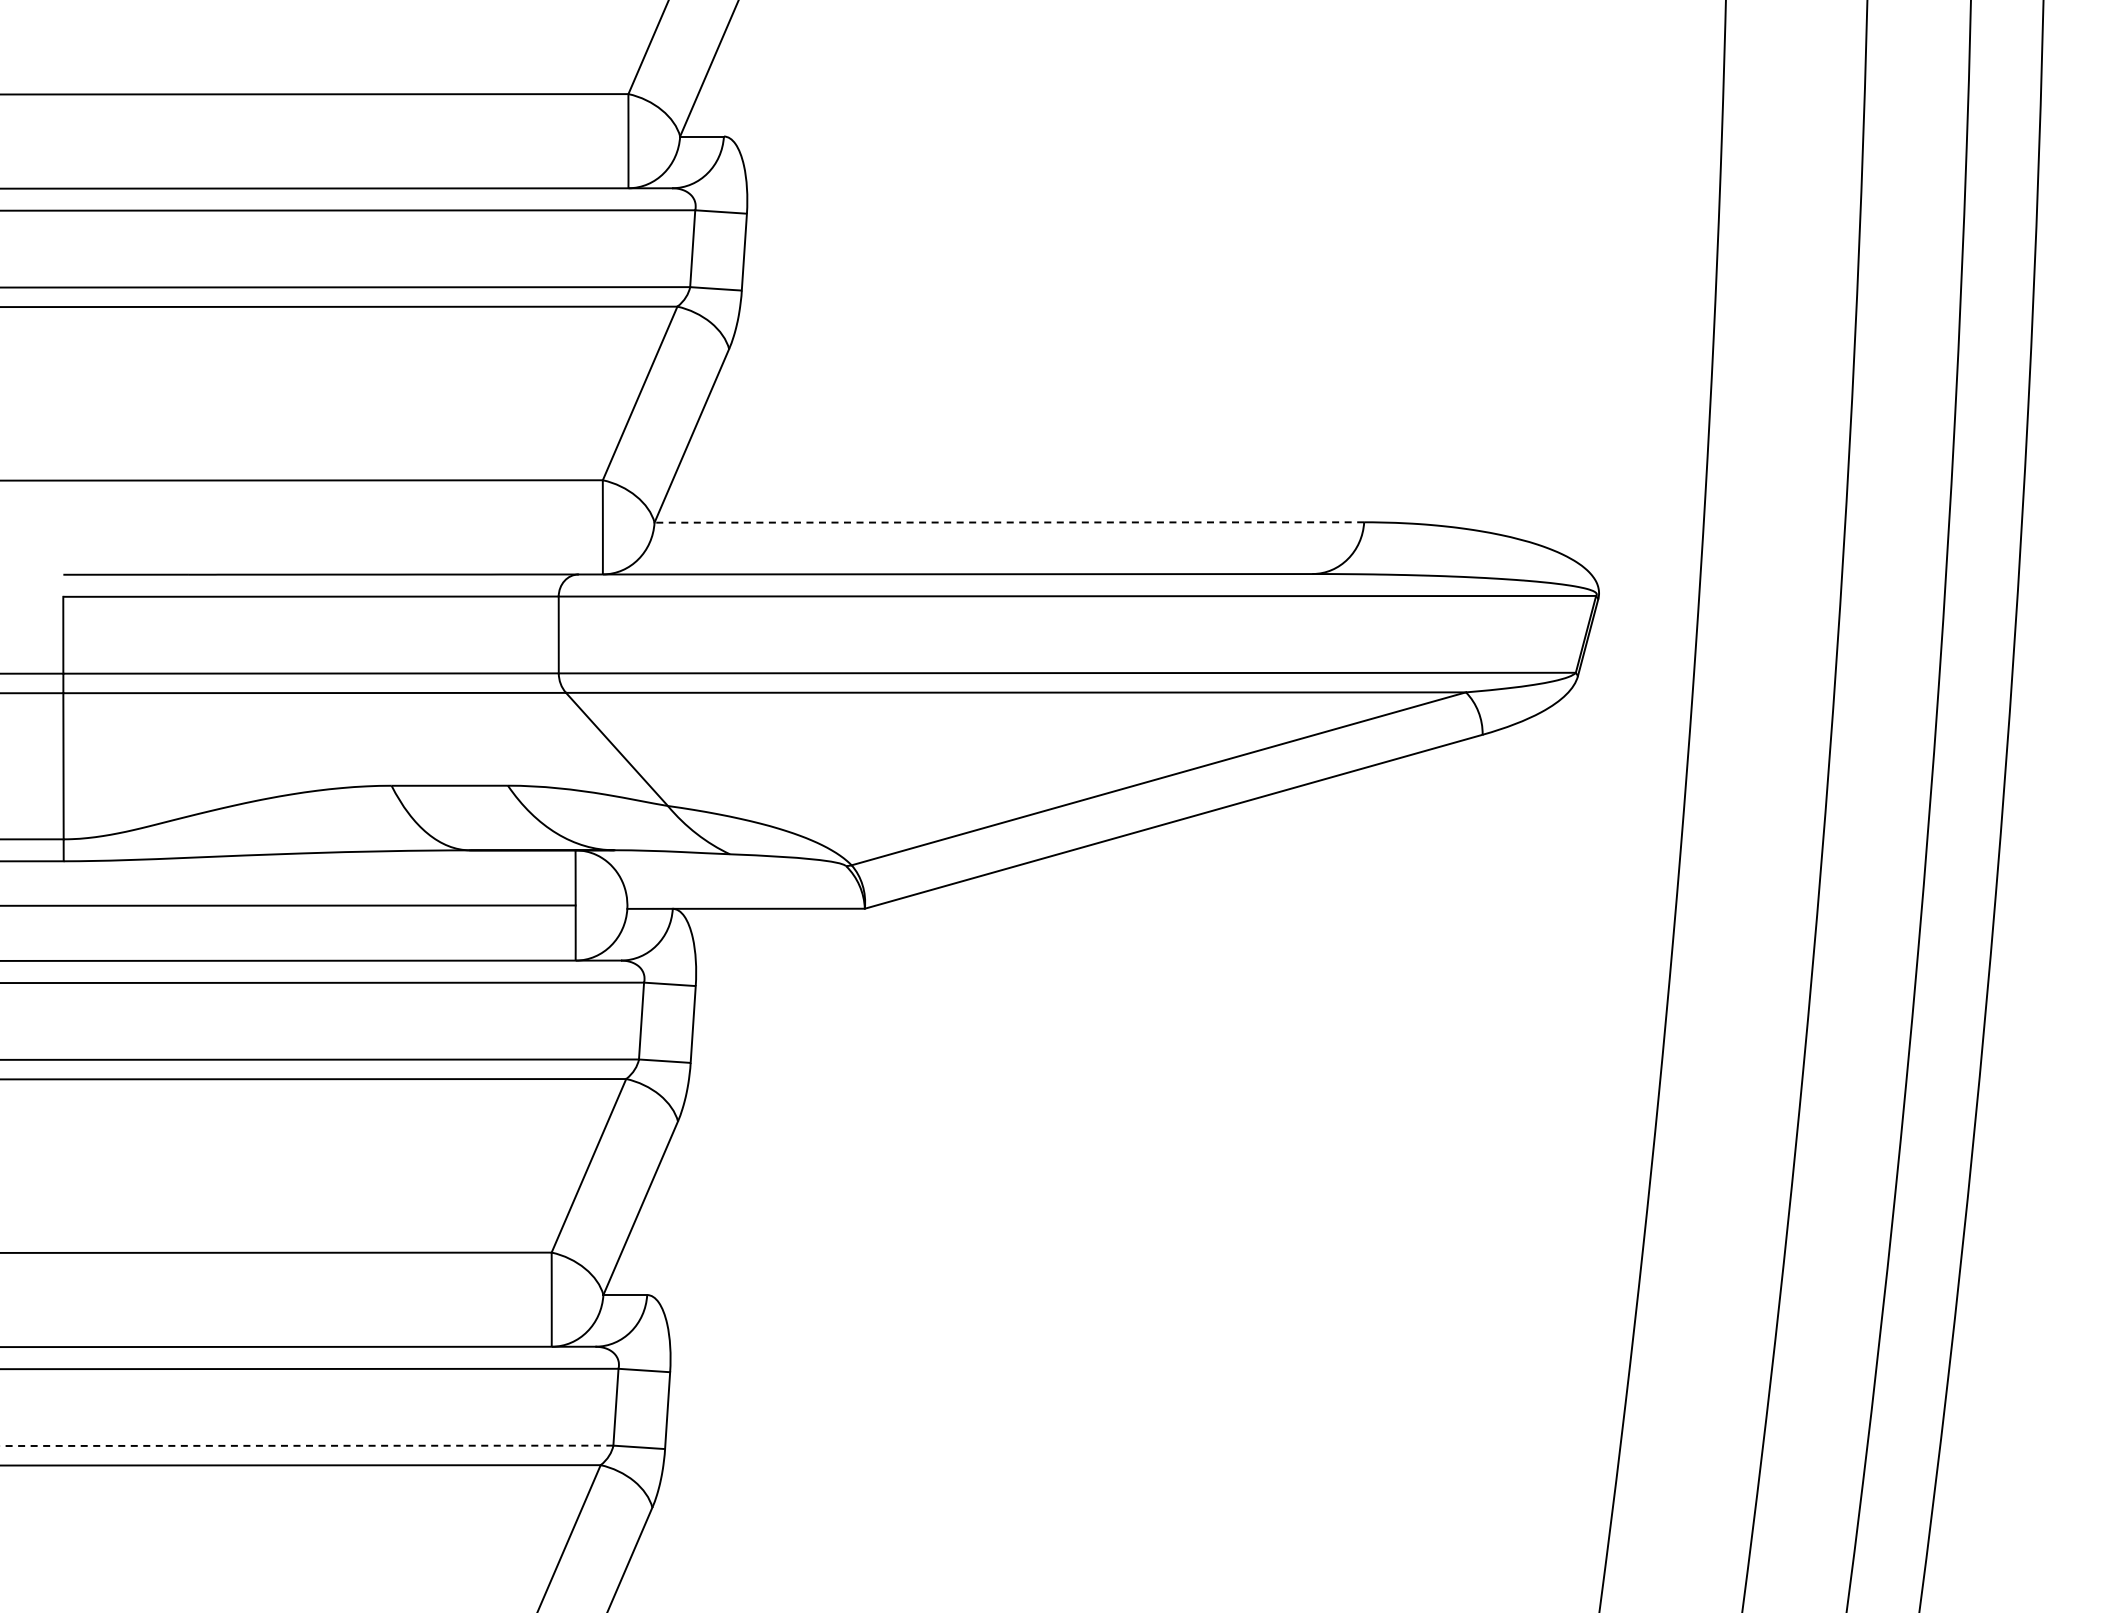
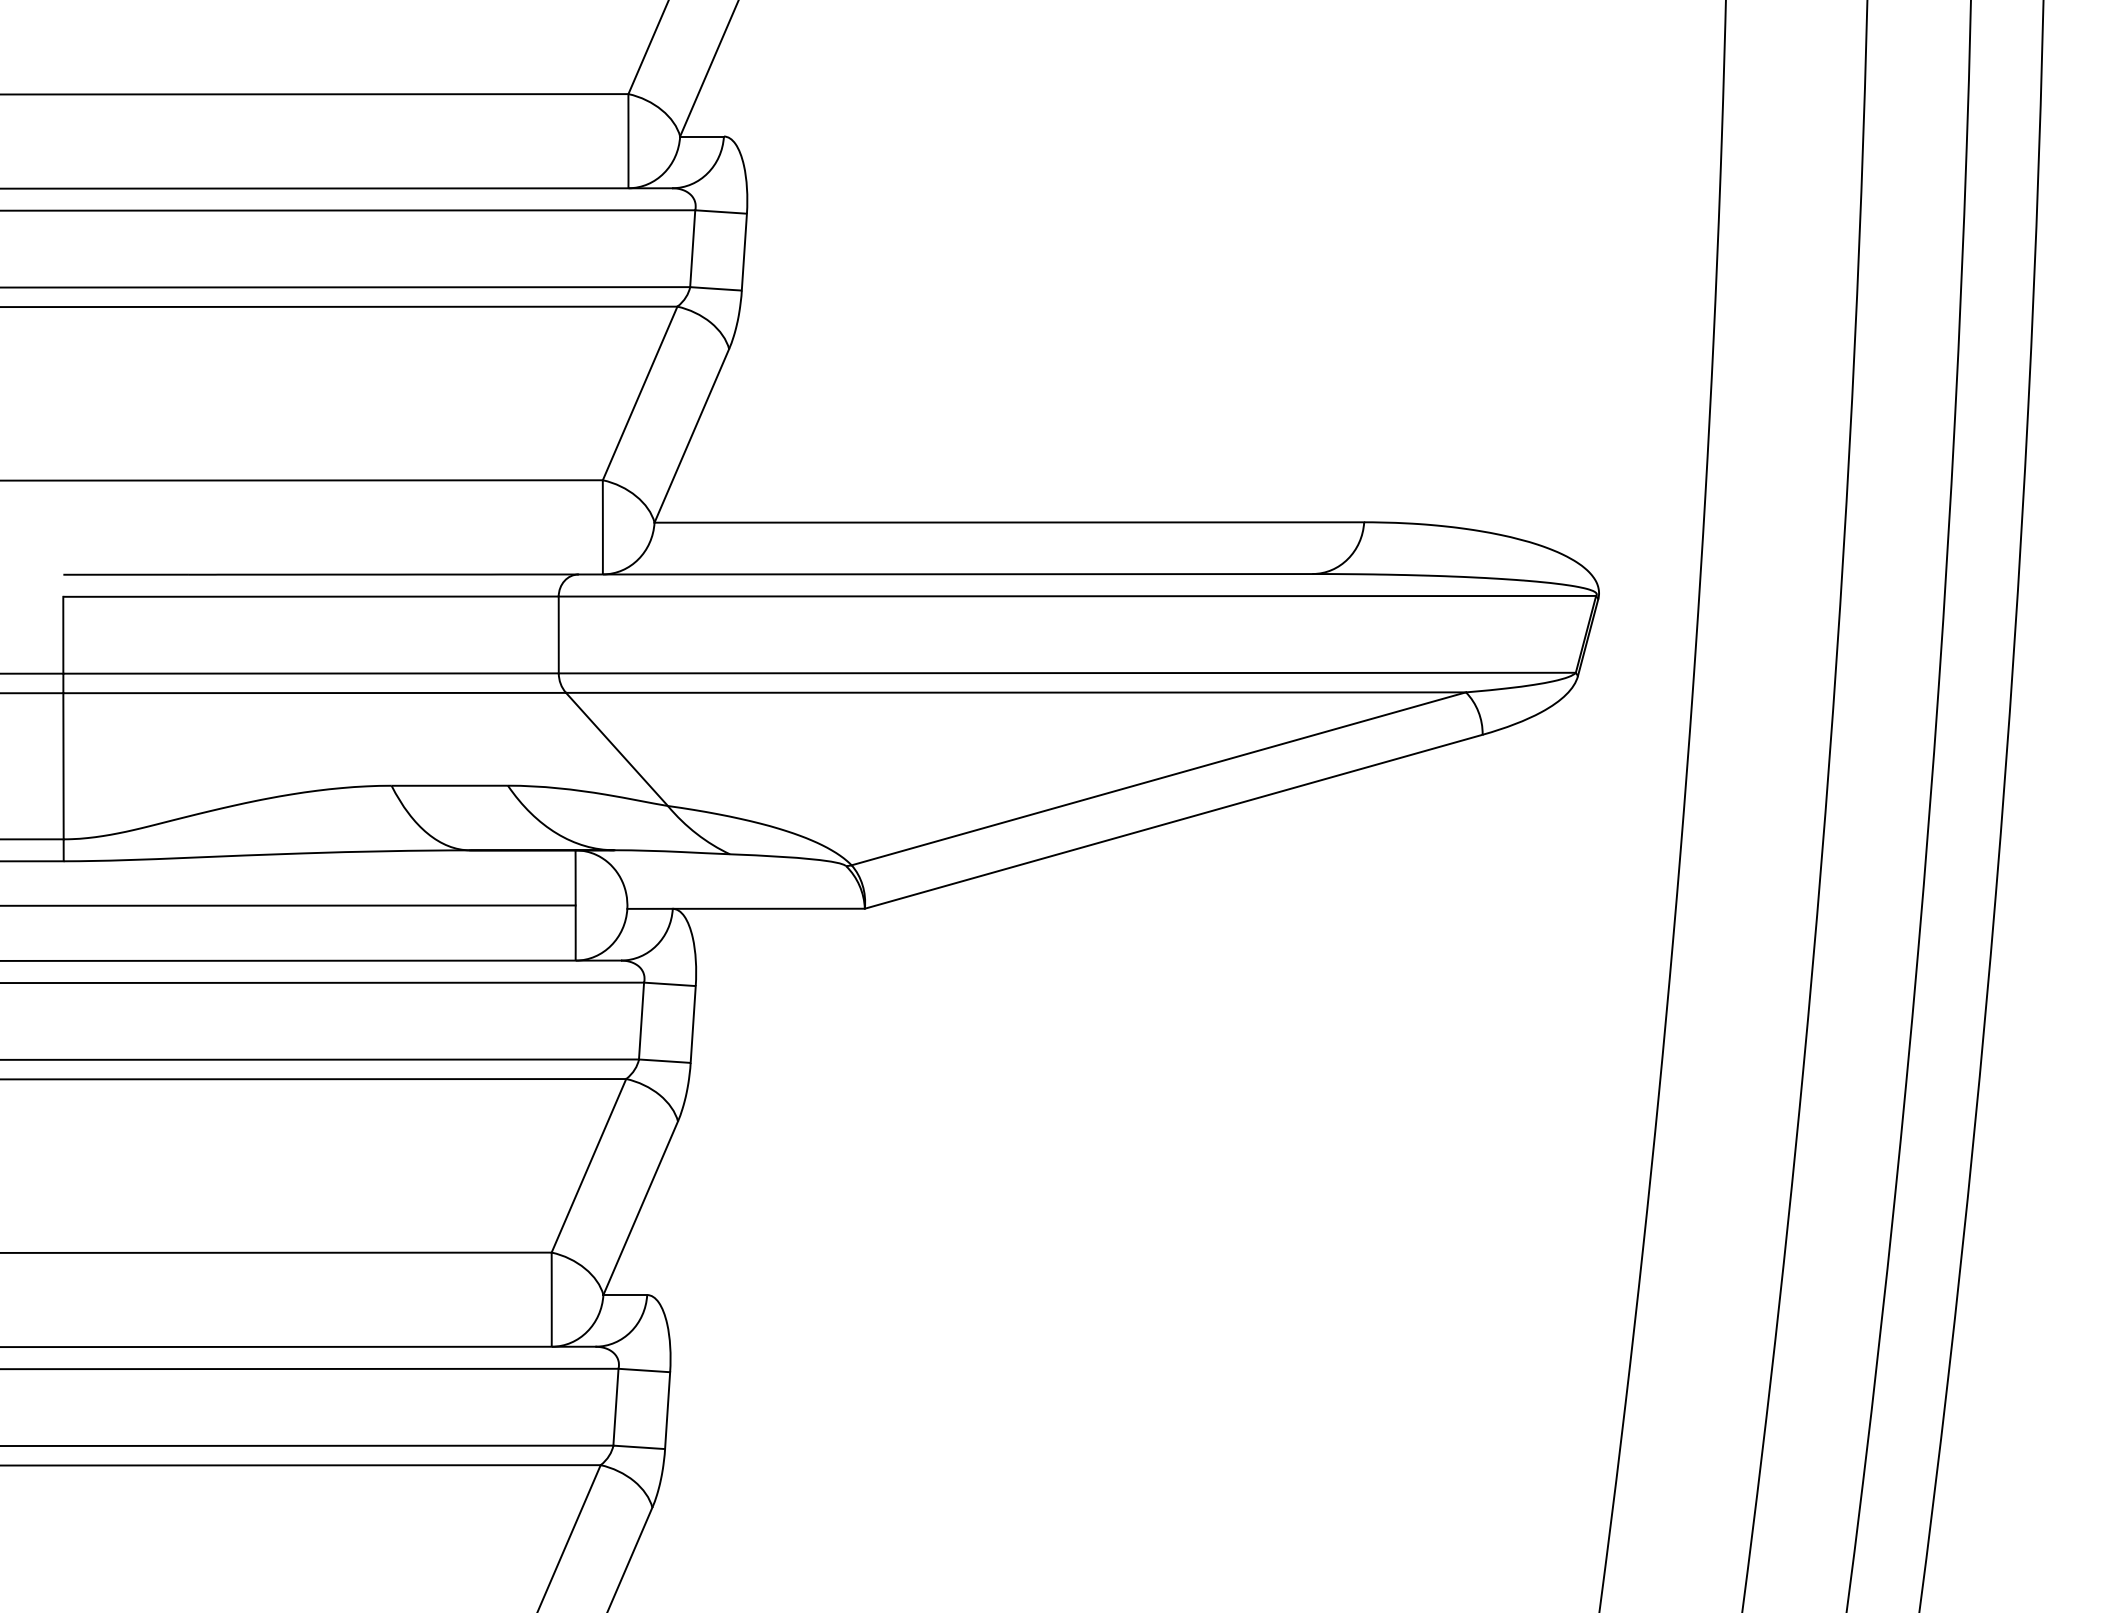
line at (1009, 522): dashed -> solid
line at (306, 1445): dashed -> solid
